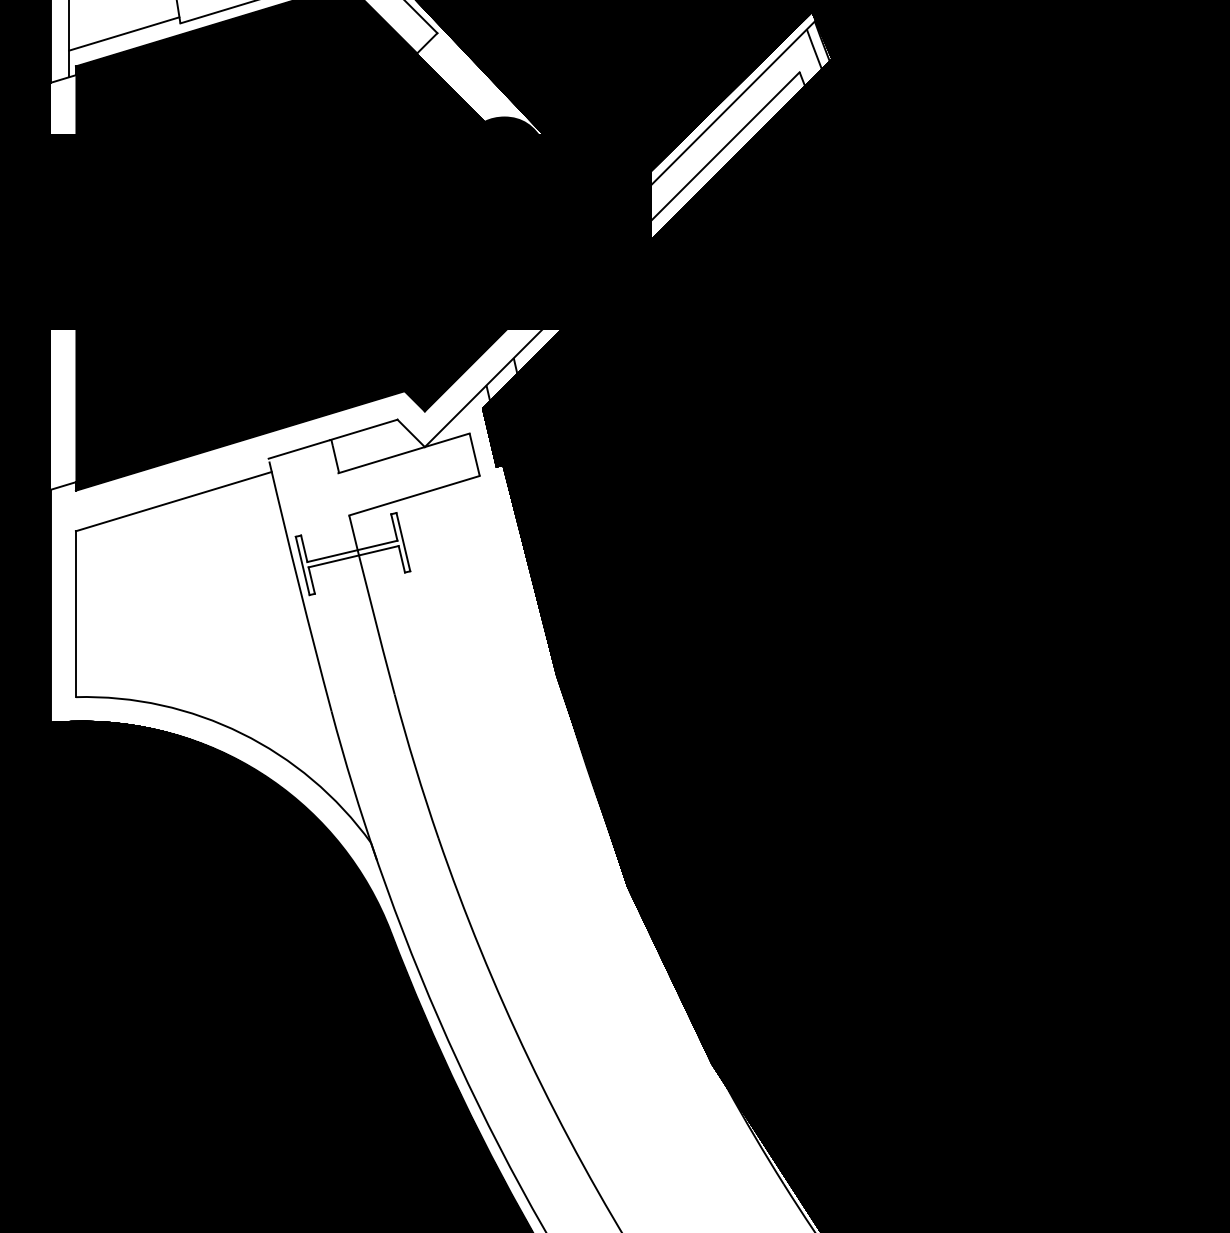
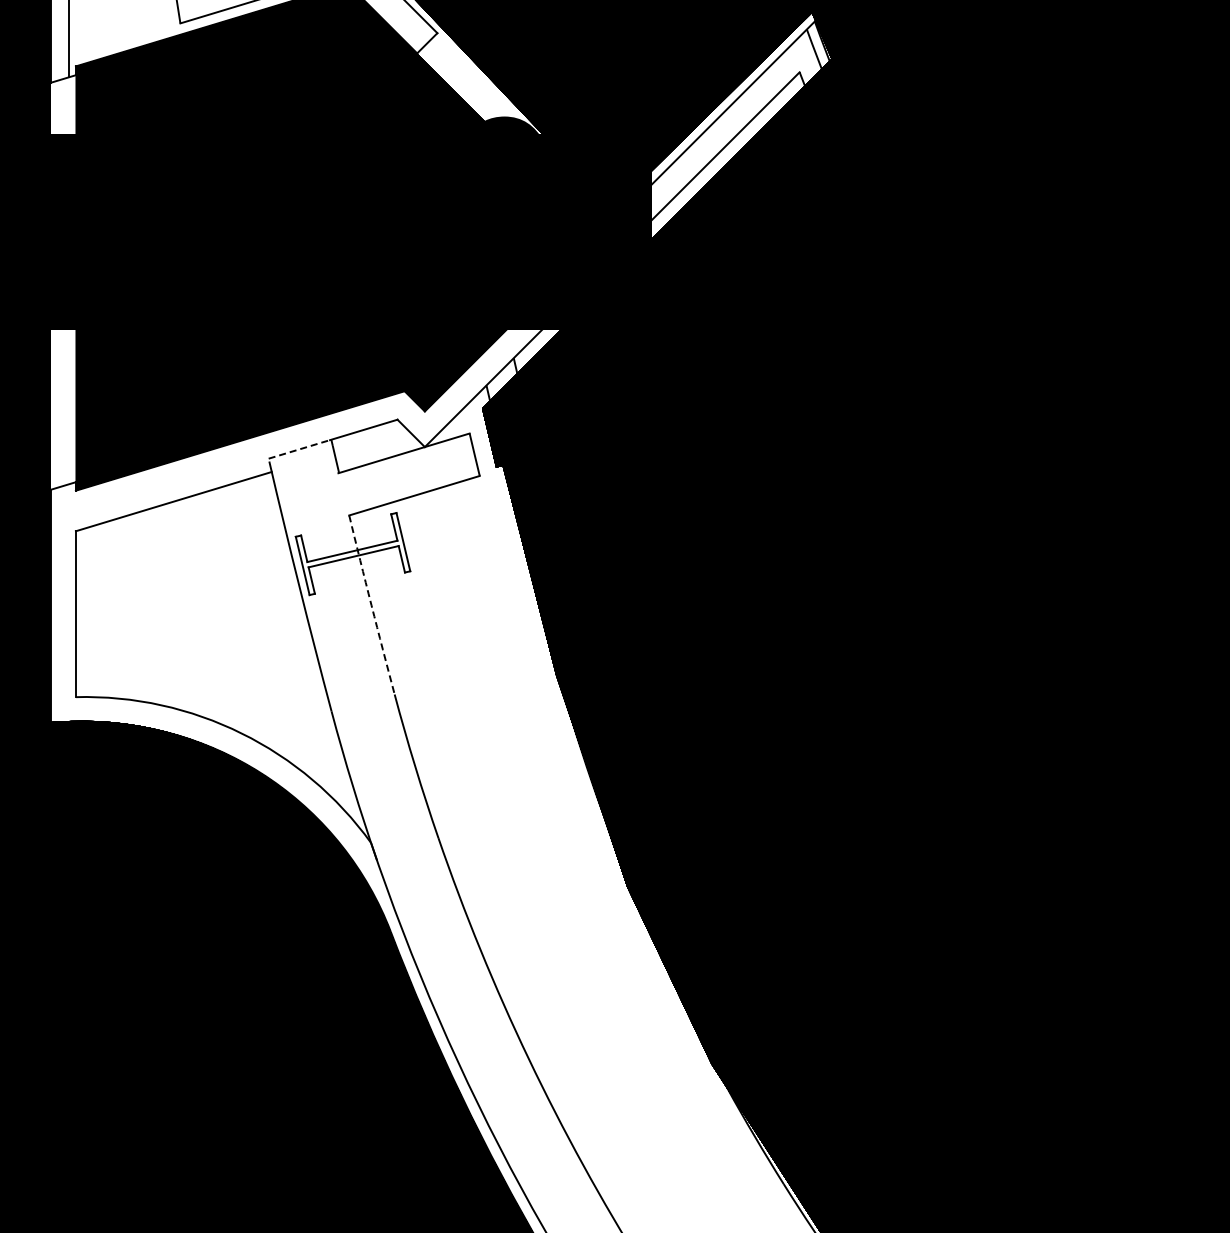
line at (124, 33): present -> none
line at (299, 449): solid -> dashed
arc at (371, 605): solid -> dashed
